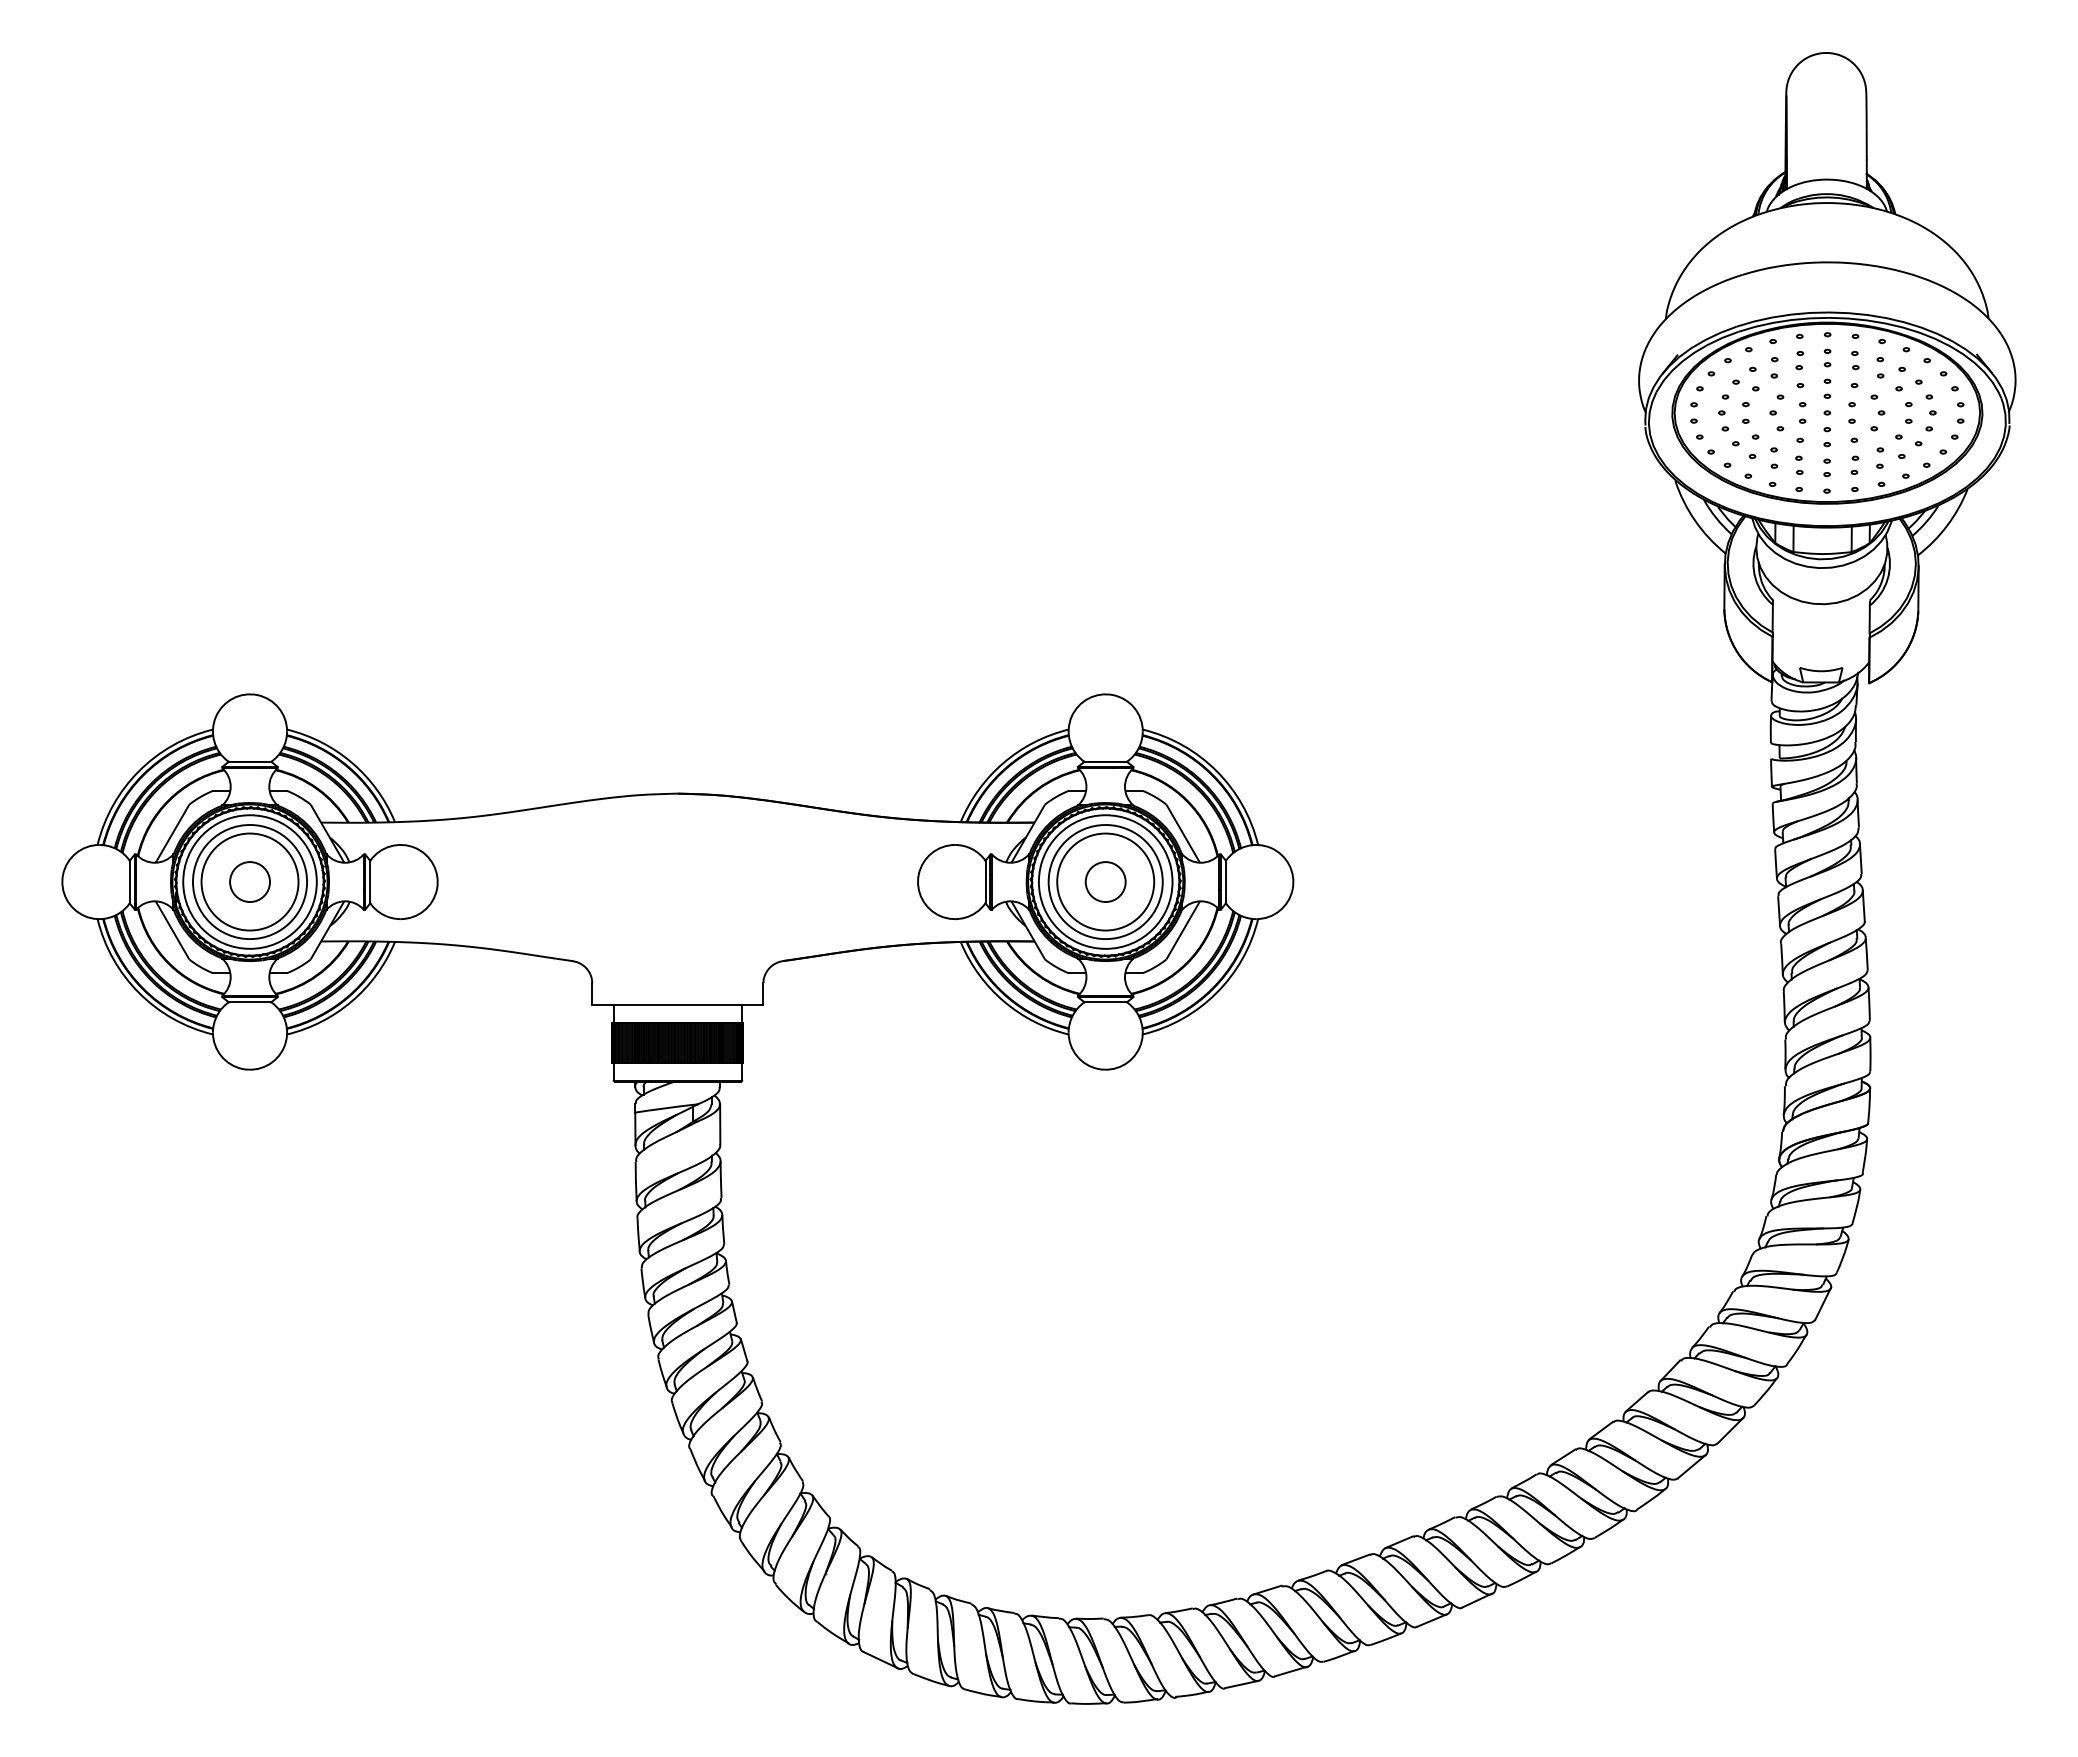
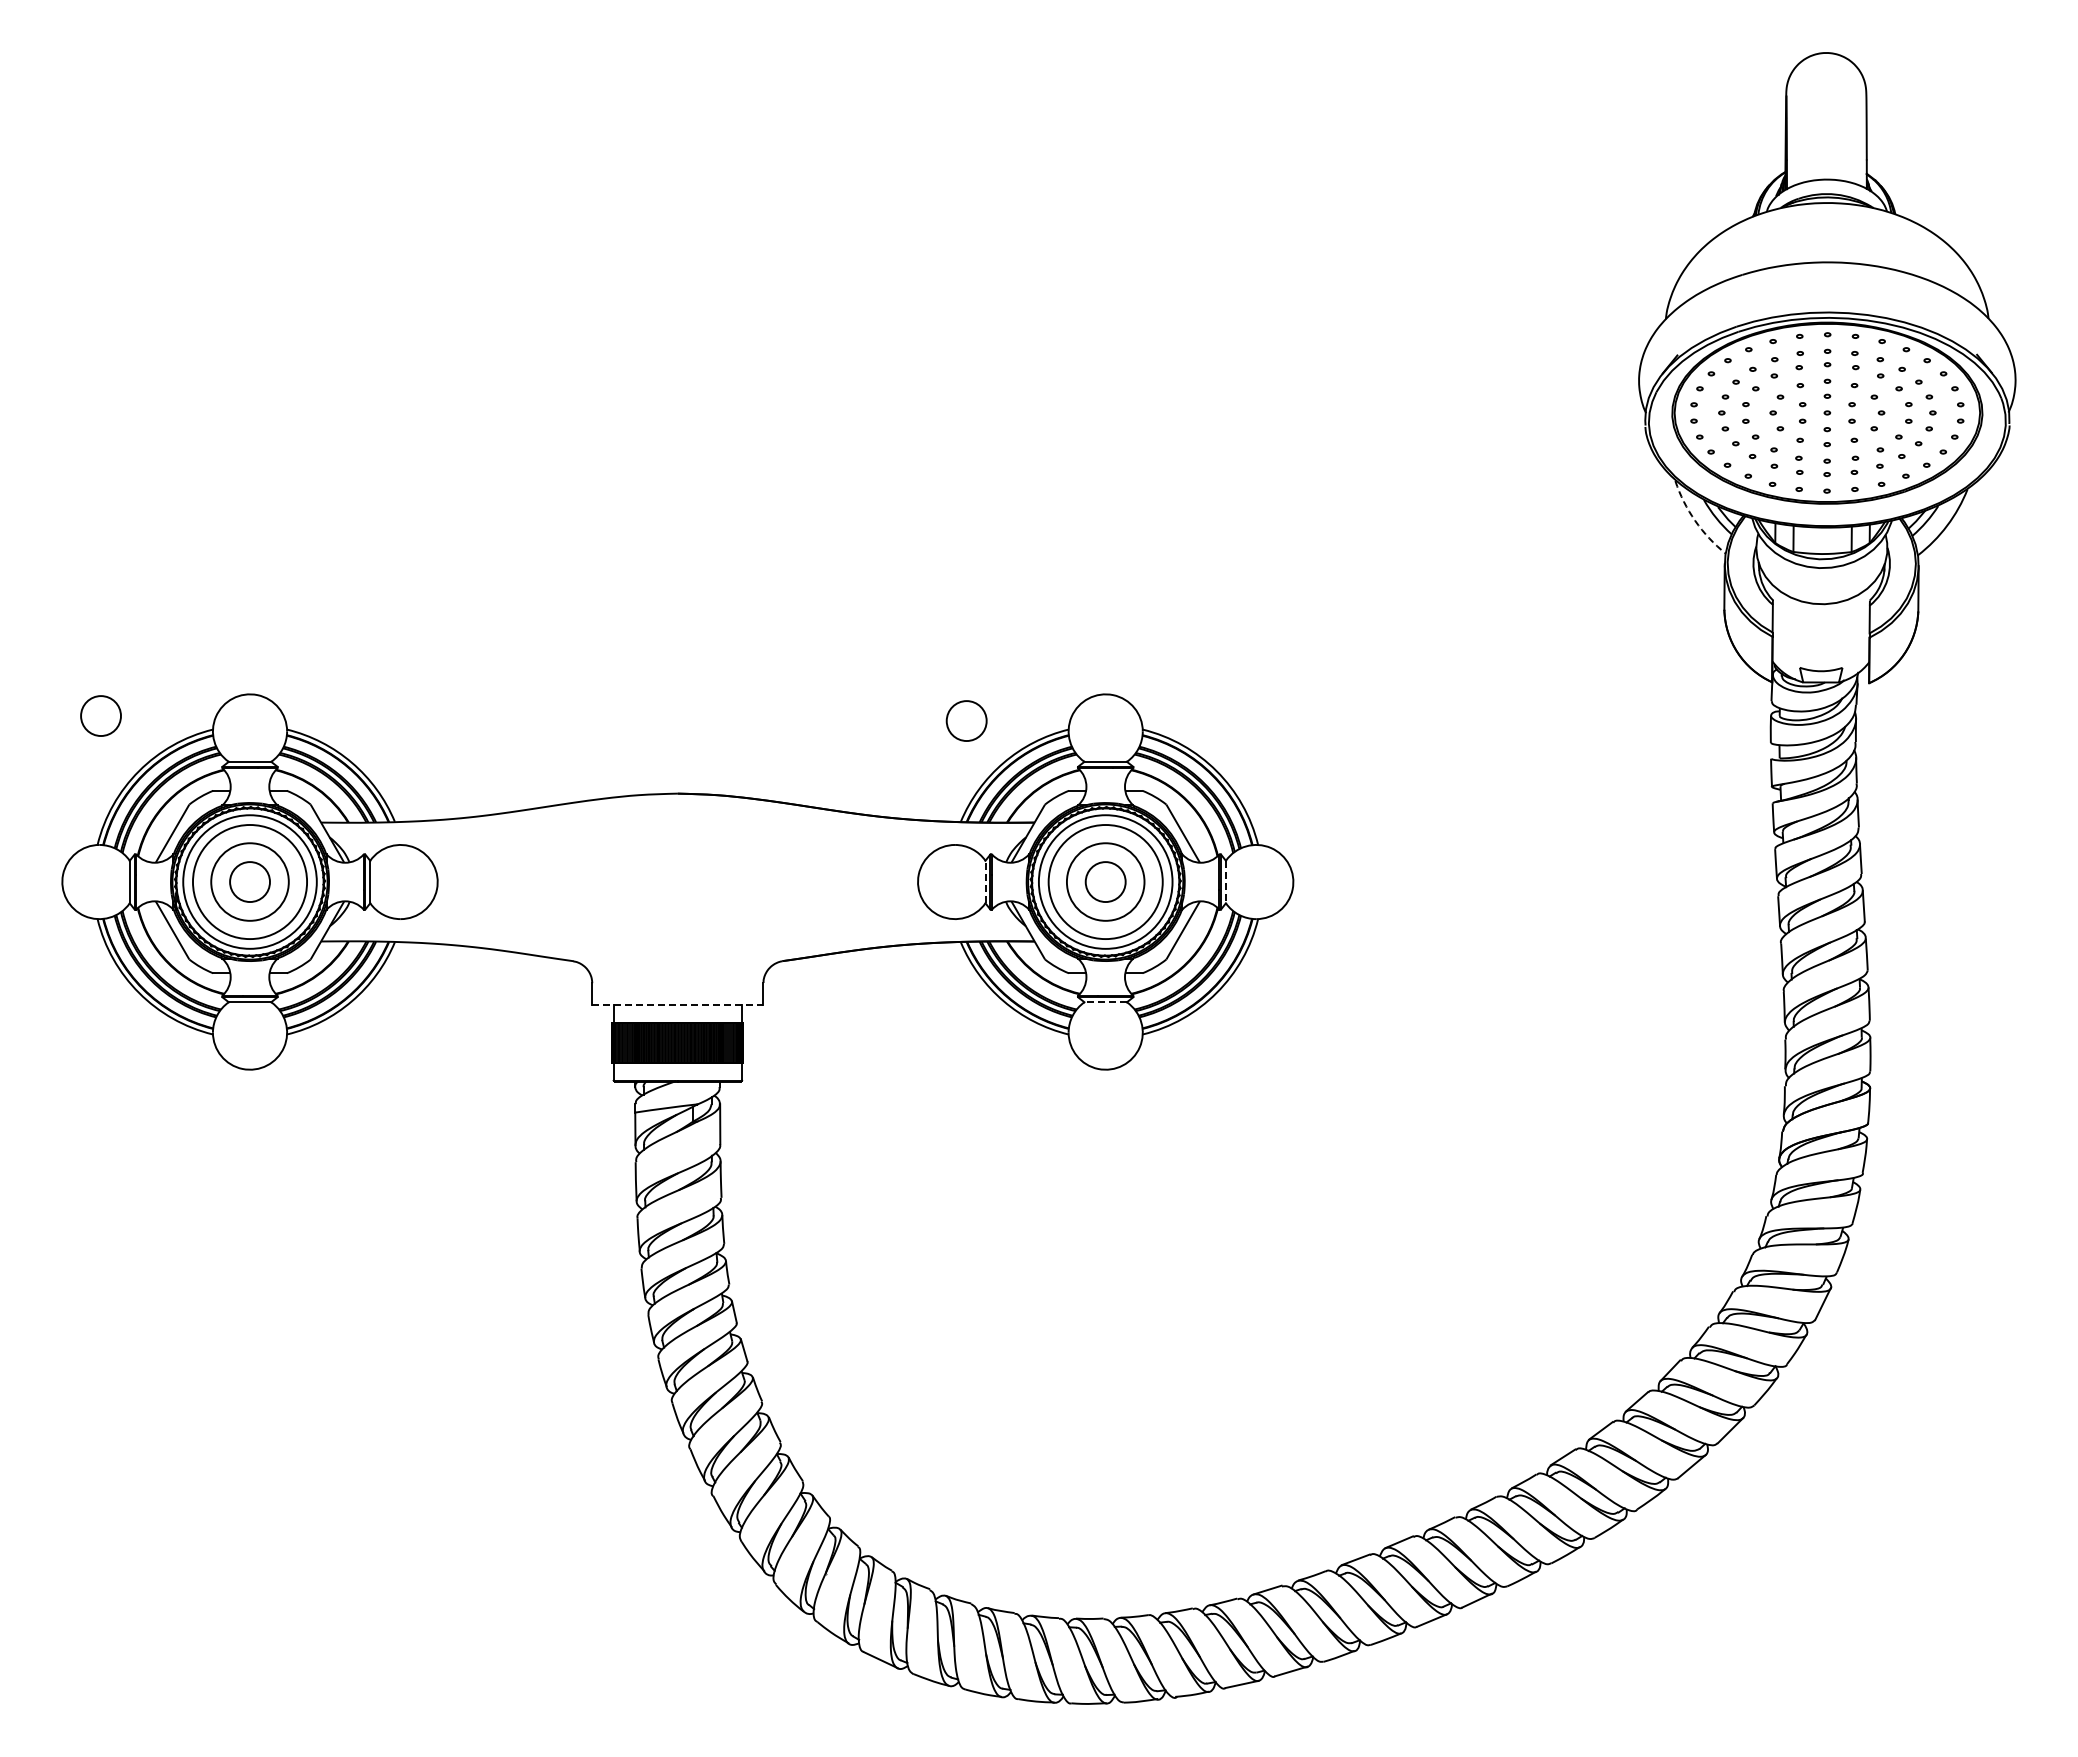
arc at (1695, 520): solid -> dashed
circle at (100, 715): none -> present
circle at (966, 720): none -> present
circle at (249, 881) diameter: 97 px -> 78 px
line at (985, 881): solid -> dashed
circle at (1105, 881) diameter: 97 px -> 78 px
line at (1225, 882): solid -> dashed
line at (1105, 1002): solid -> dashed
line at (677, 1004): solid -> dashed
